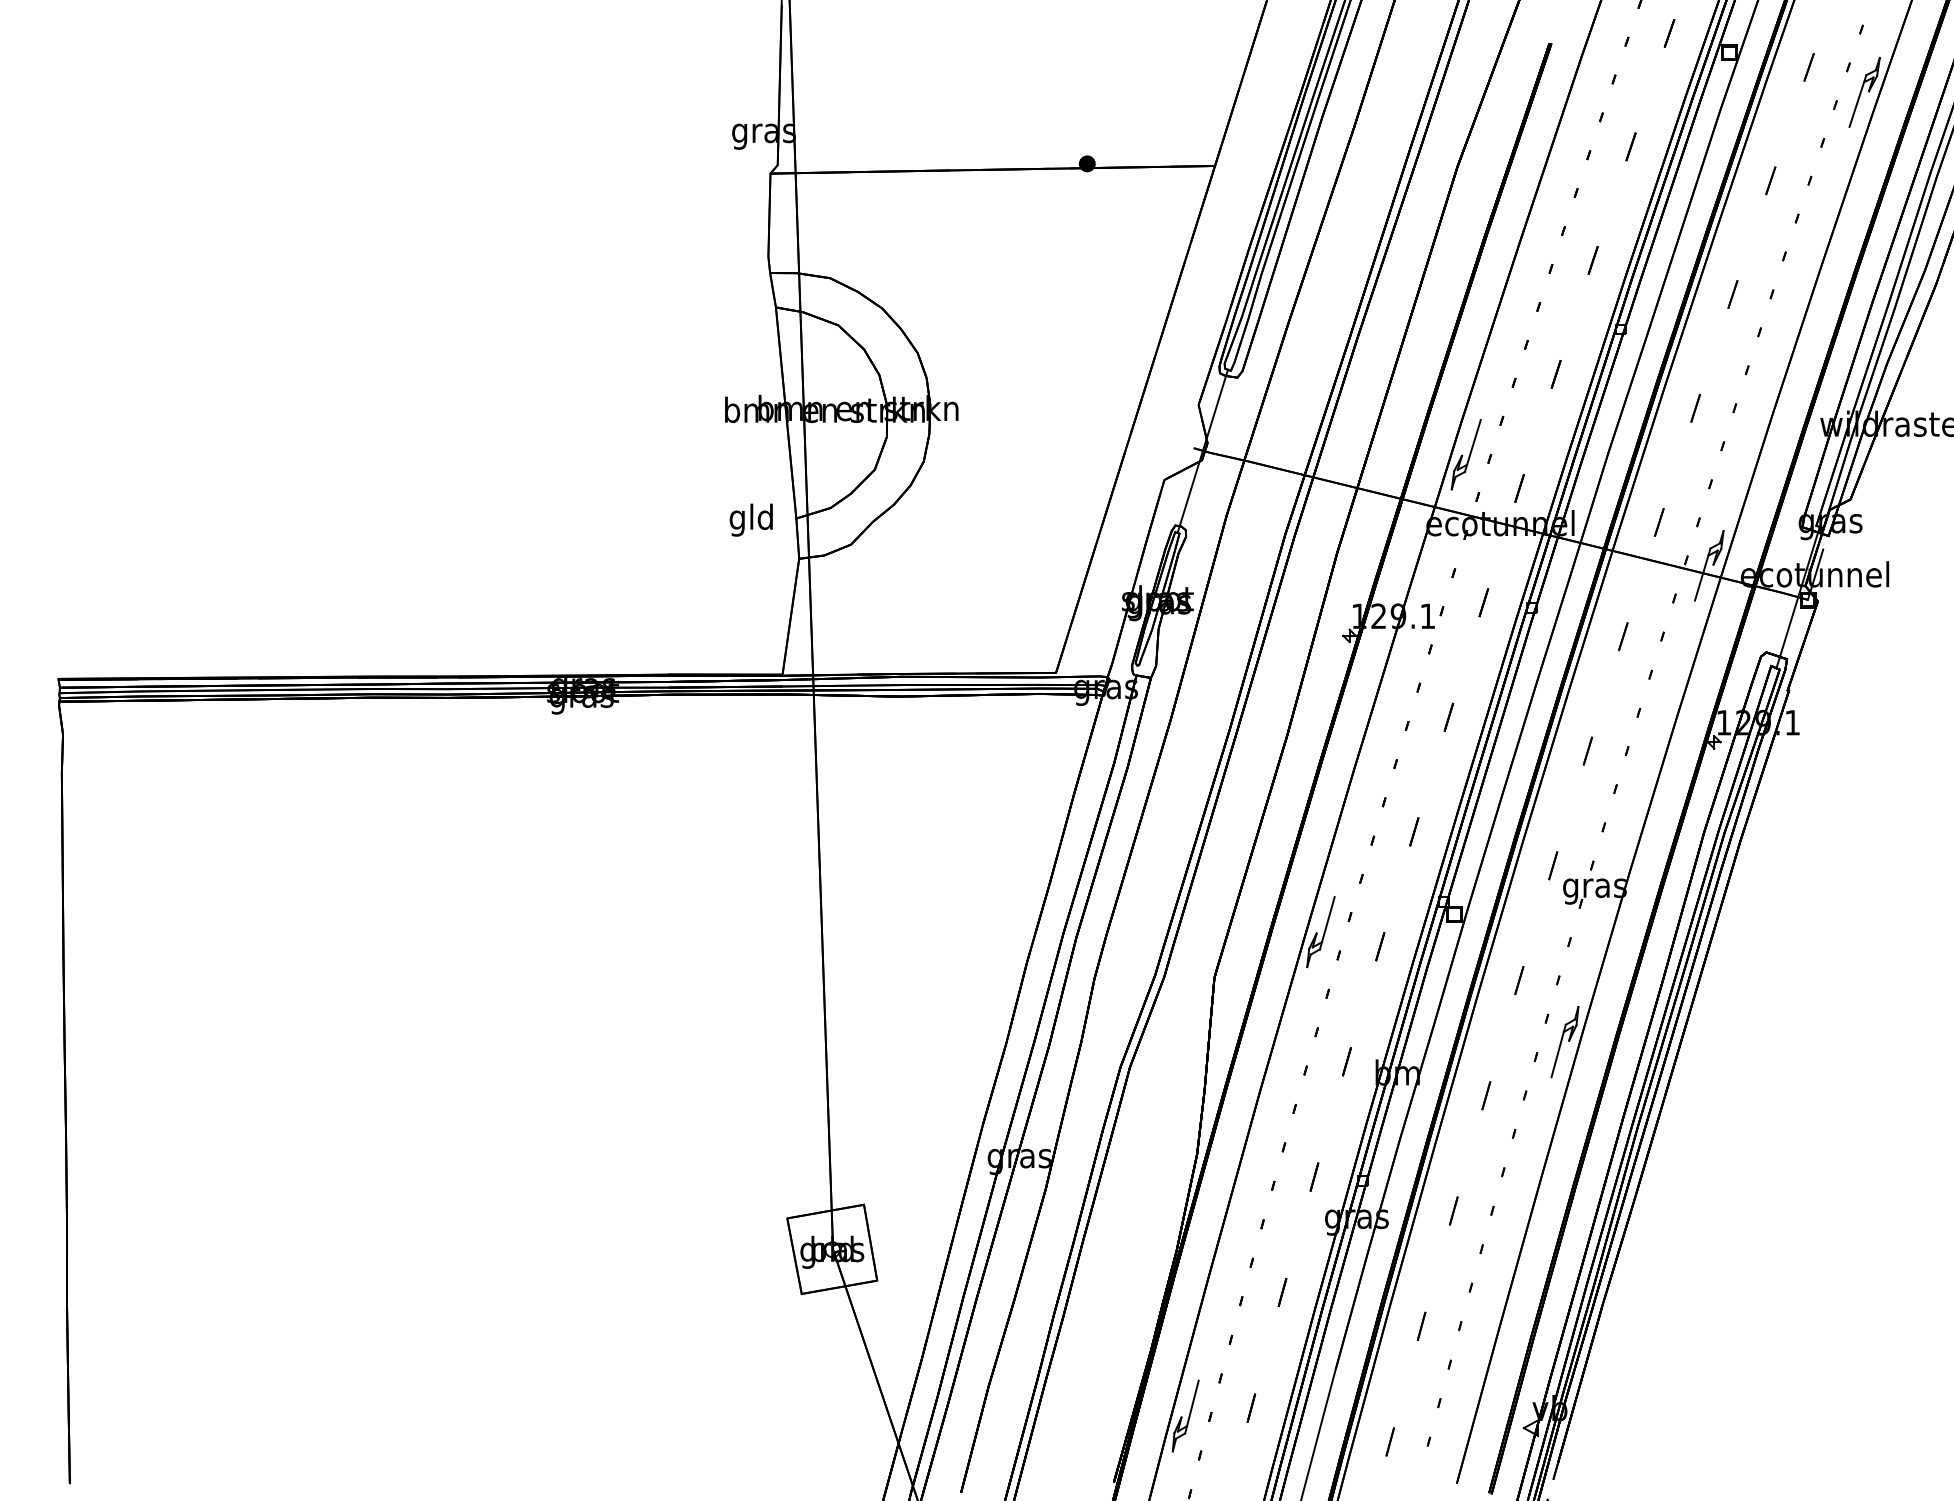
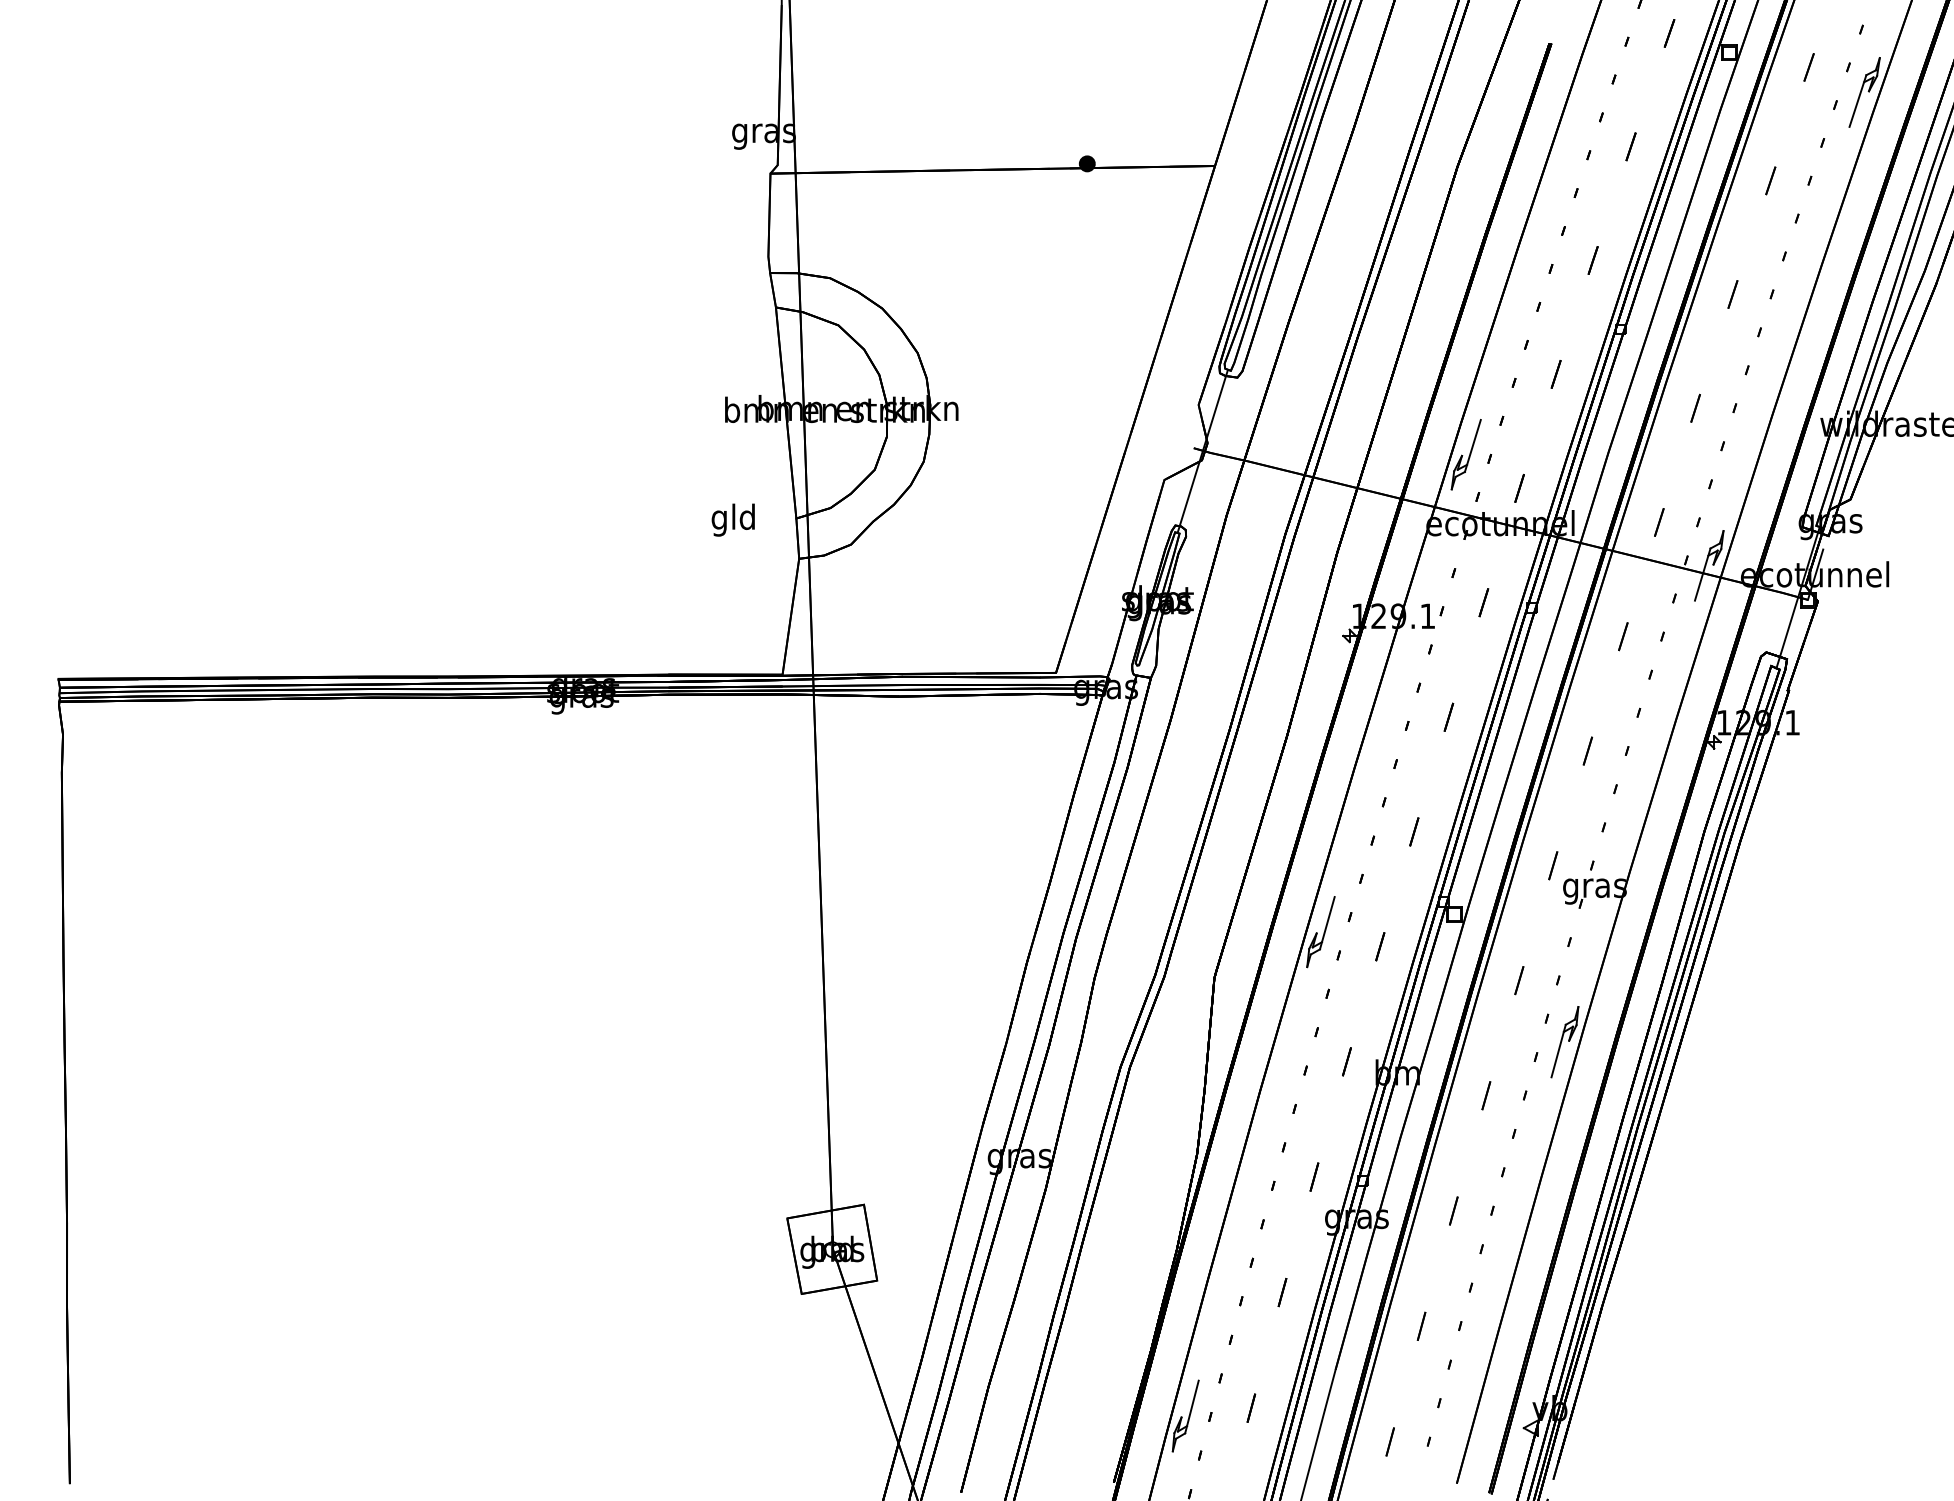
text at (750, 519) position: (750, 519) -> (732, 519)
